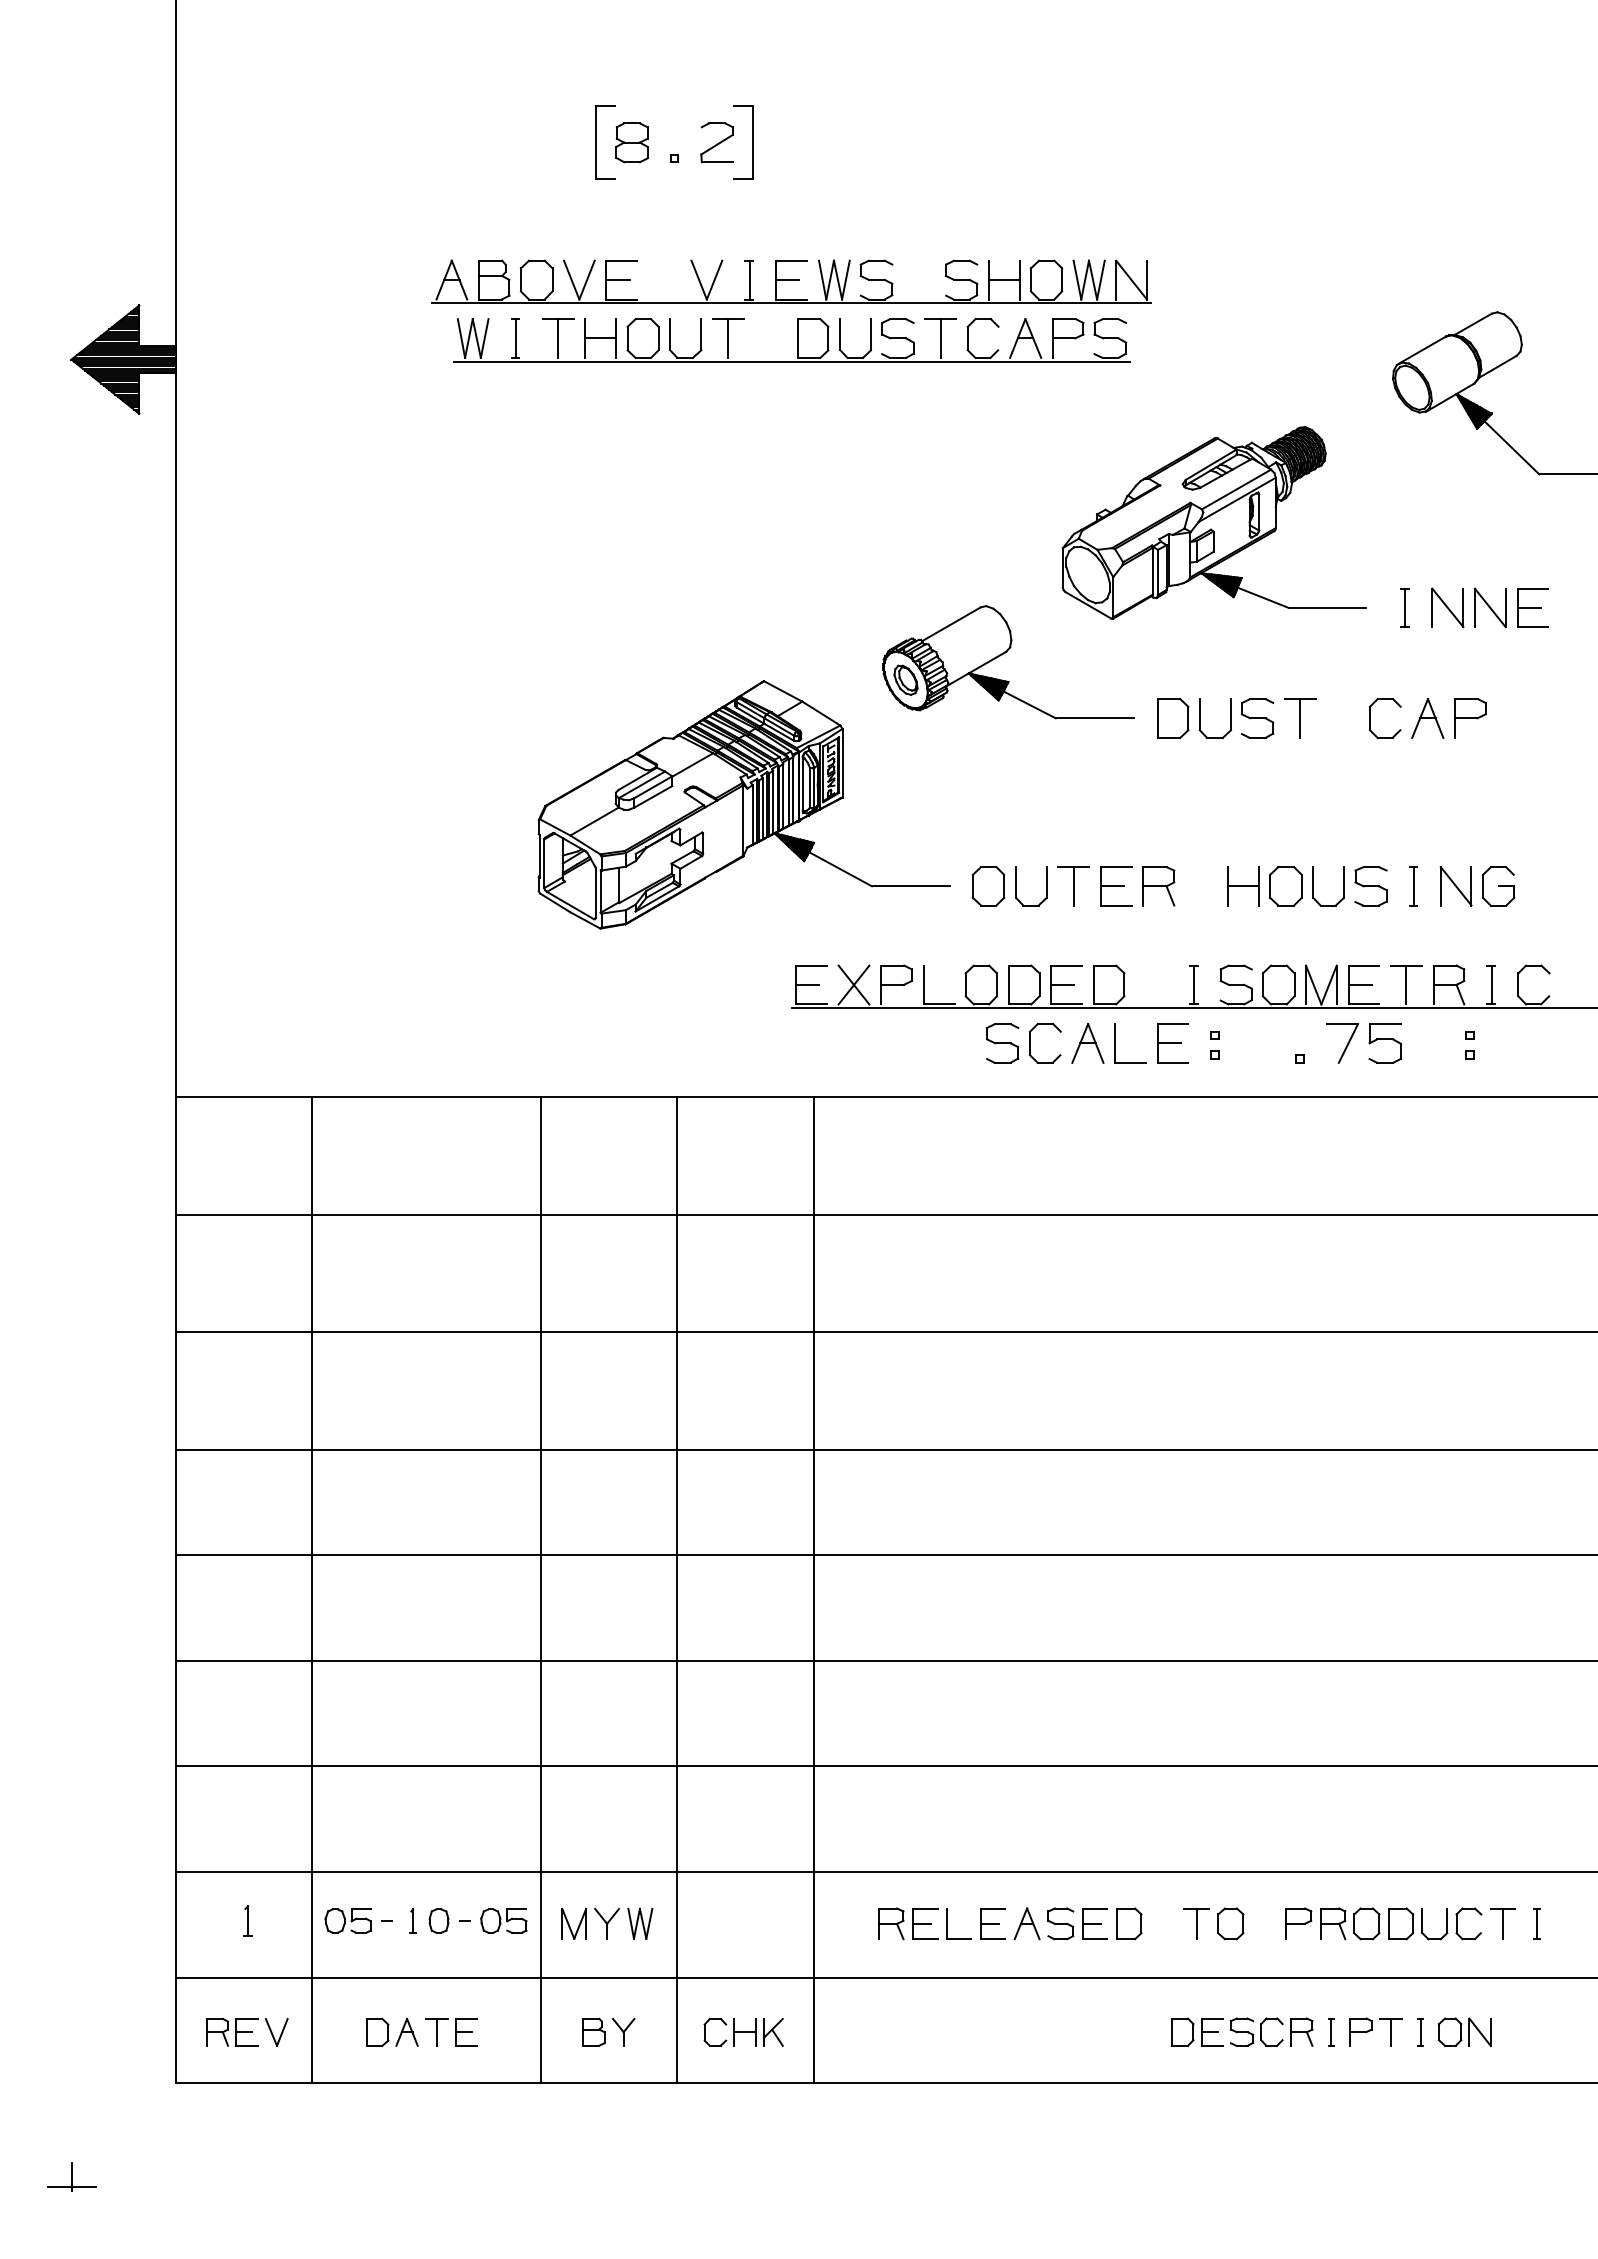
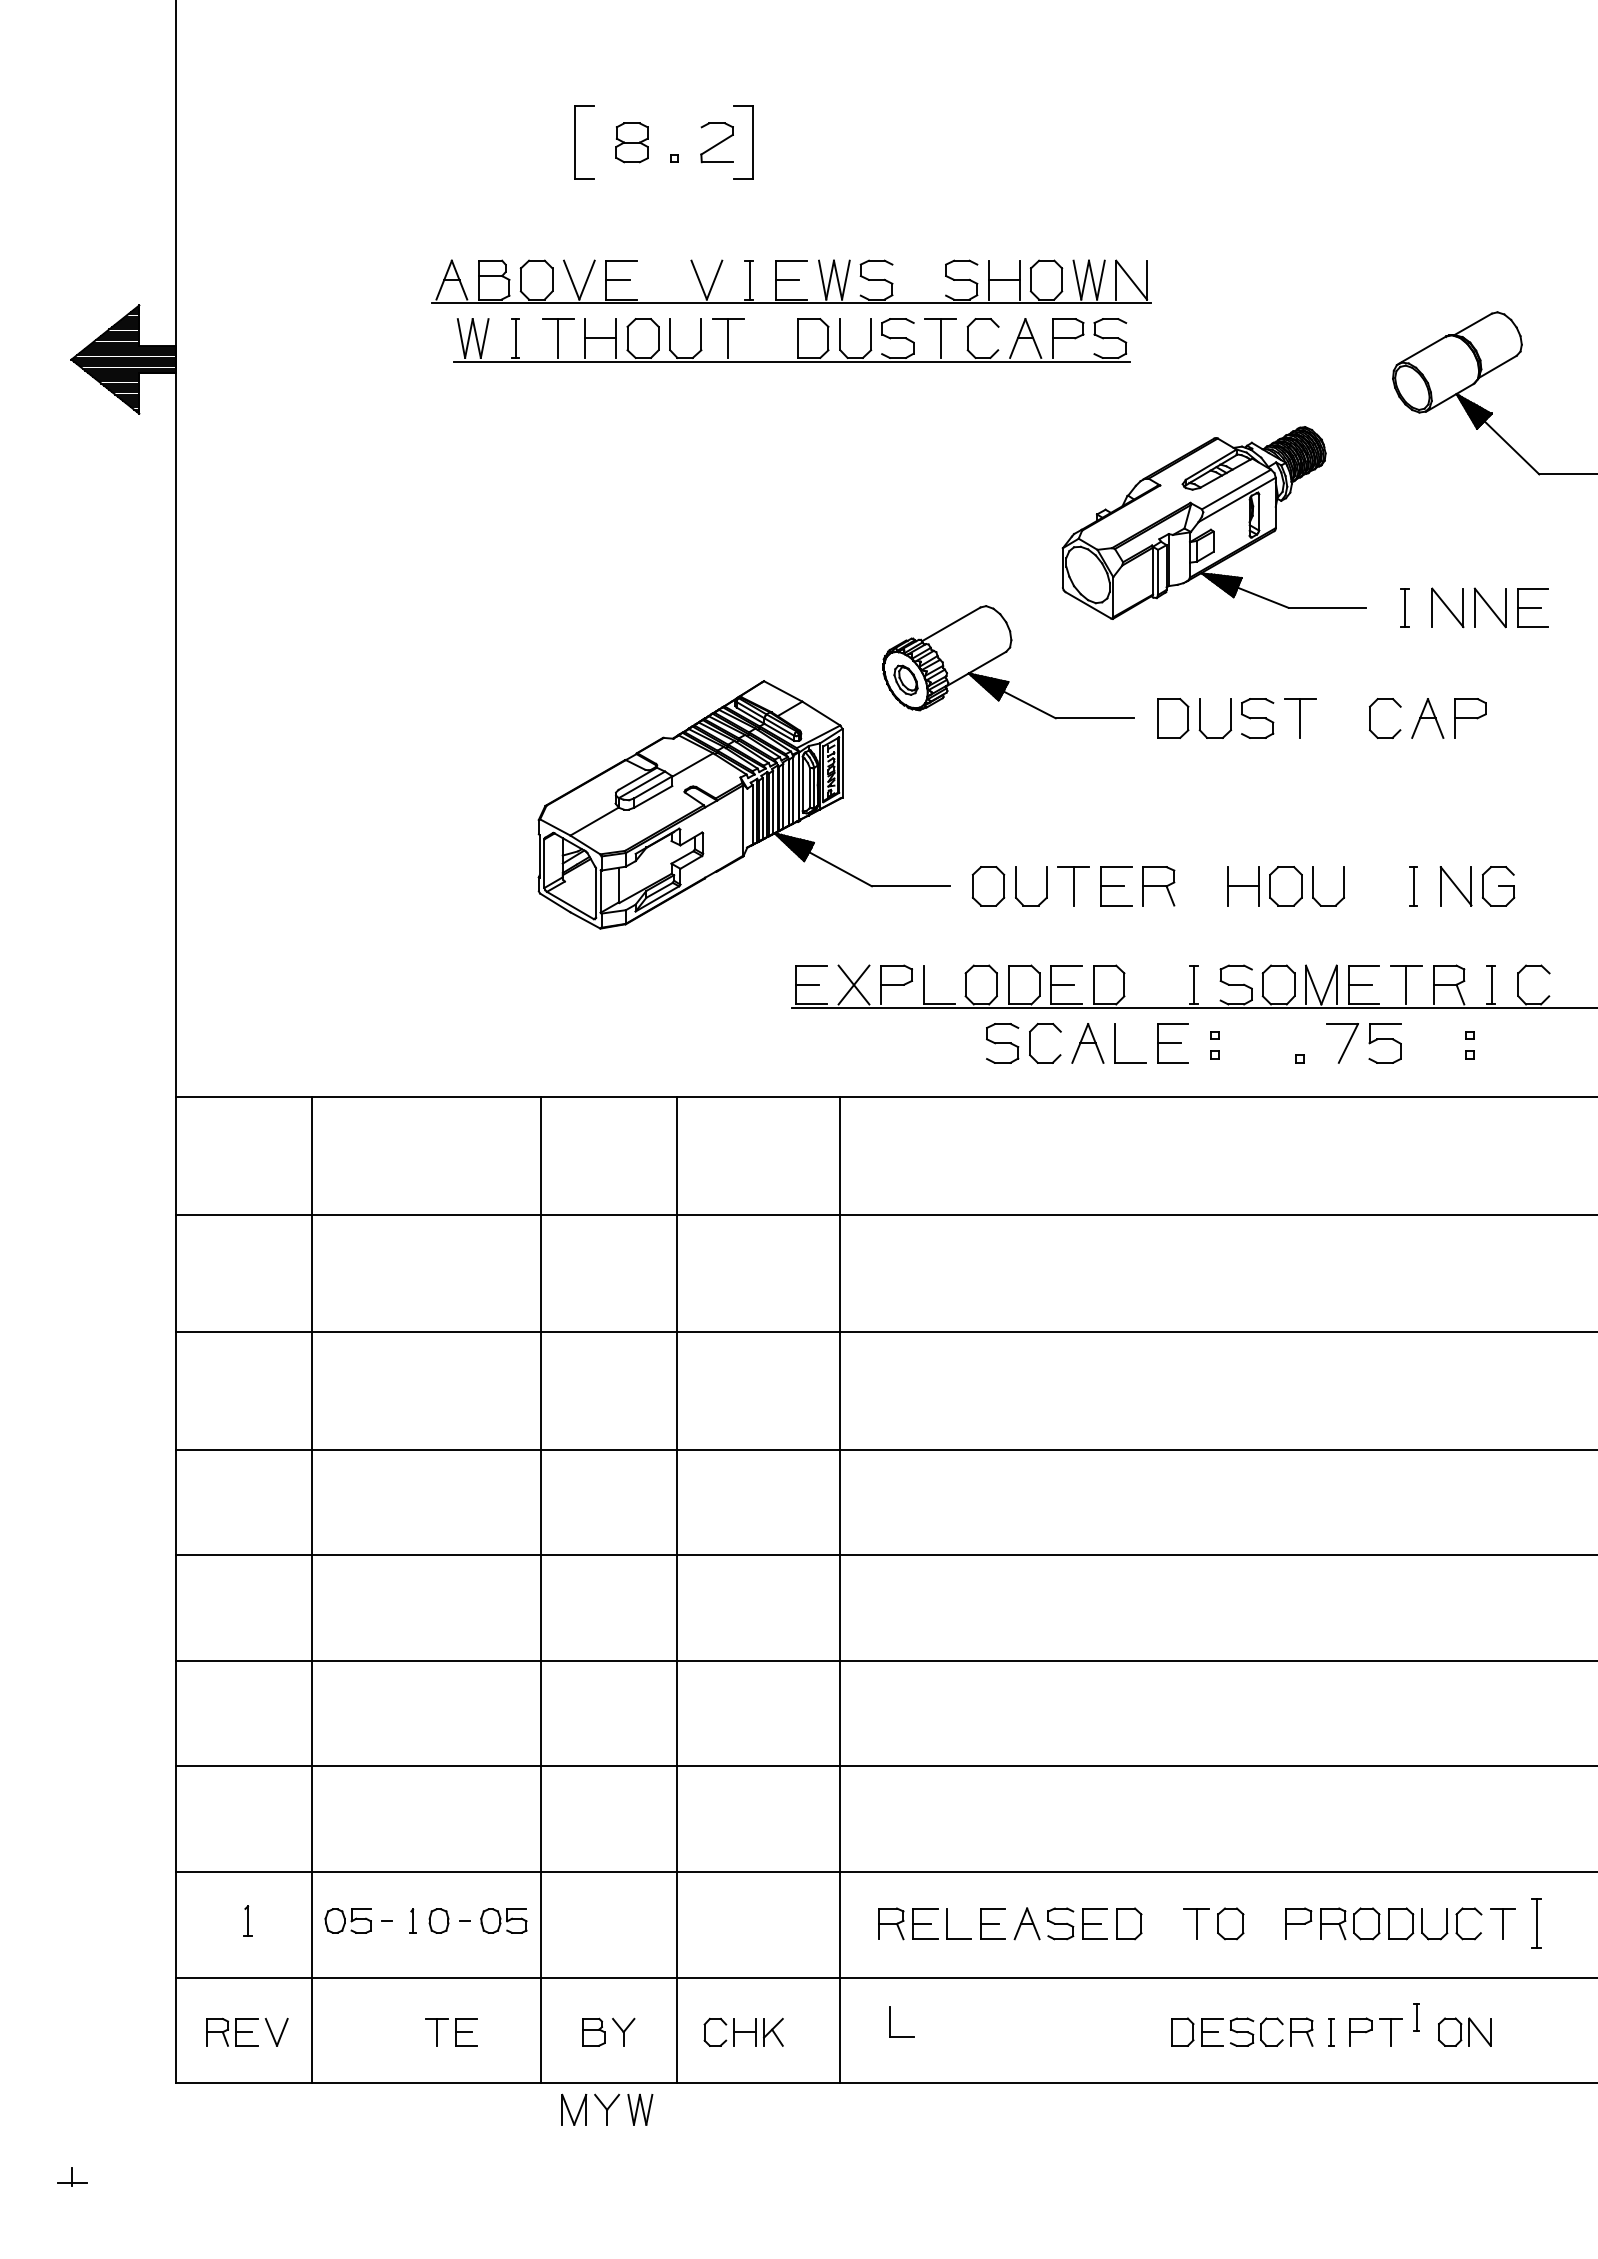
part at (596, 142) position: (596, 142) -> (575, 142)
part at (1370, 886): present -> none
line at (813, 1589) position: (813, 1589) -> (839, 1589)
part at (607, 1923) position: (607, 1923) -> (607, 2109)
part at (1536, 1923) size: 8x32 px -> 11x51 px
part at (890, 2021): none -> present
part at (392, 2031): present -> none
part at (1420, 2032) position: (1420, 2032) -> (1416, 2017)
part at (71, 2176) size: 50x30 px -> 31x20 px
